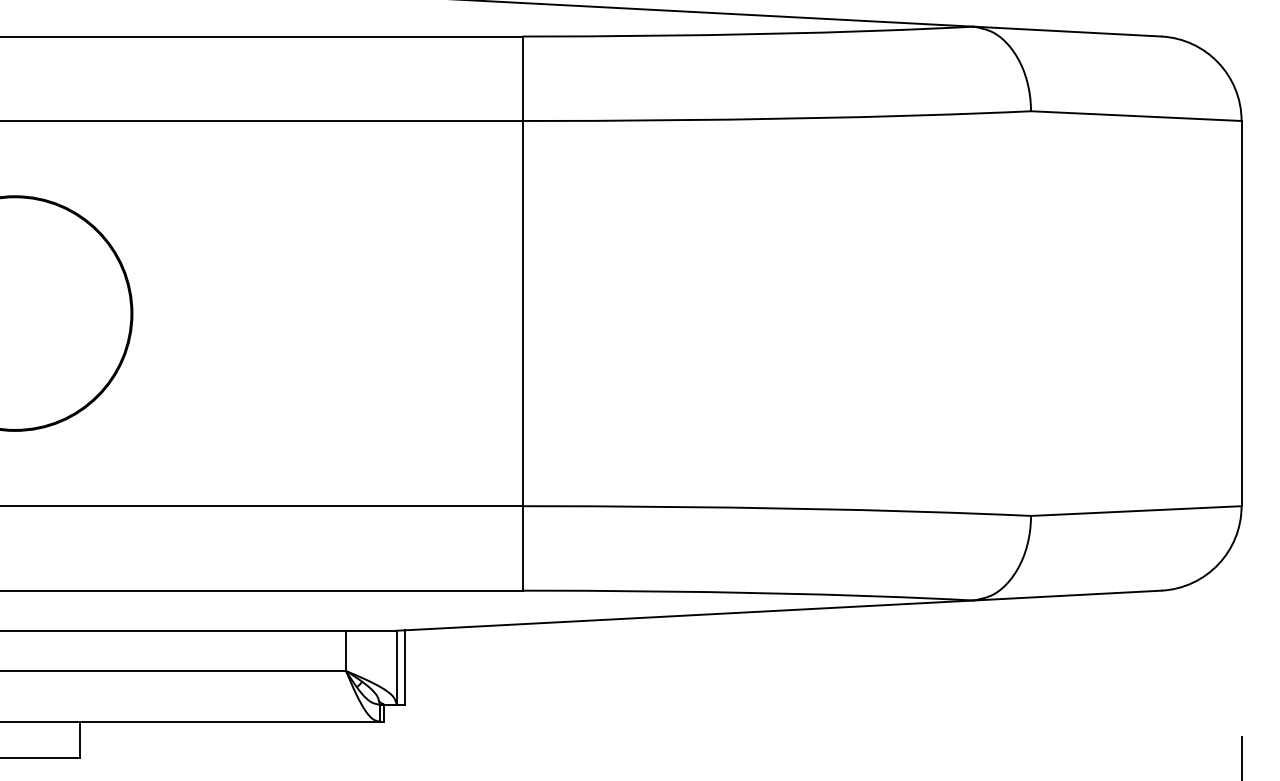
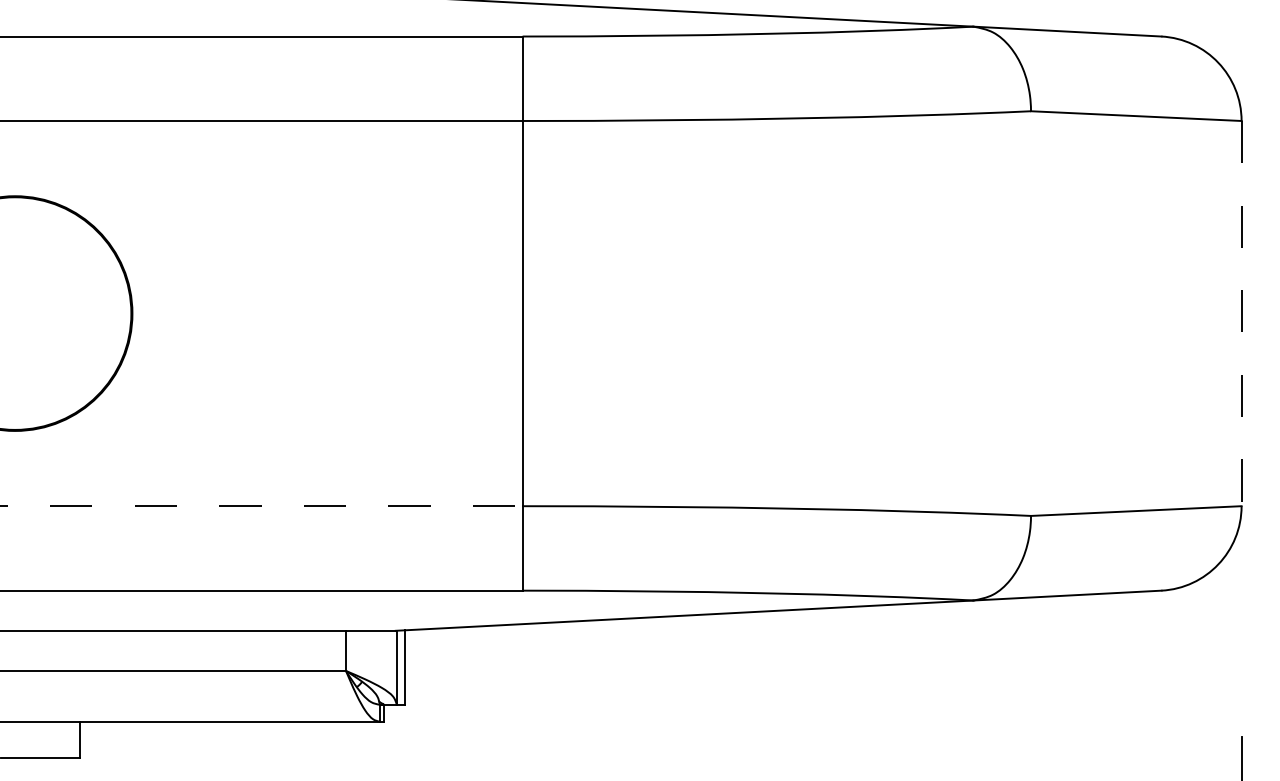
line at (1241, 313): solid -> dashed
line at (261, 506): solid -> dashed
